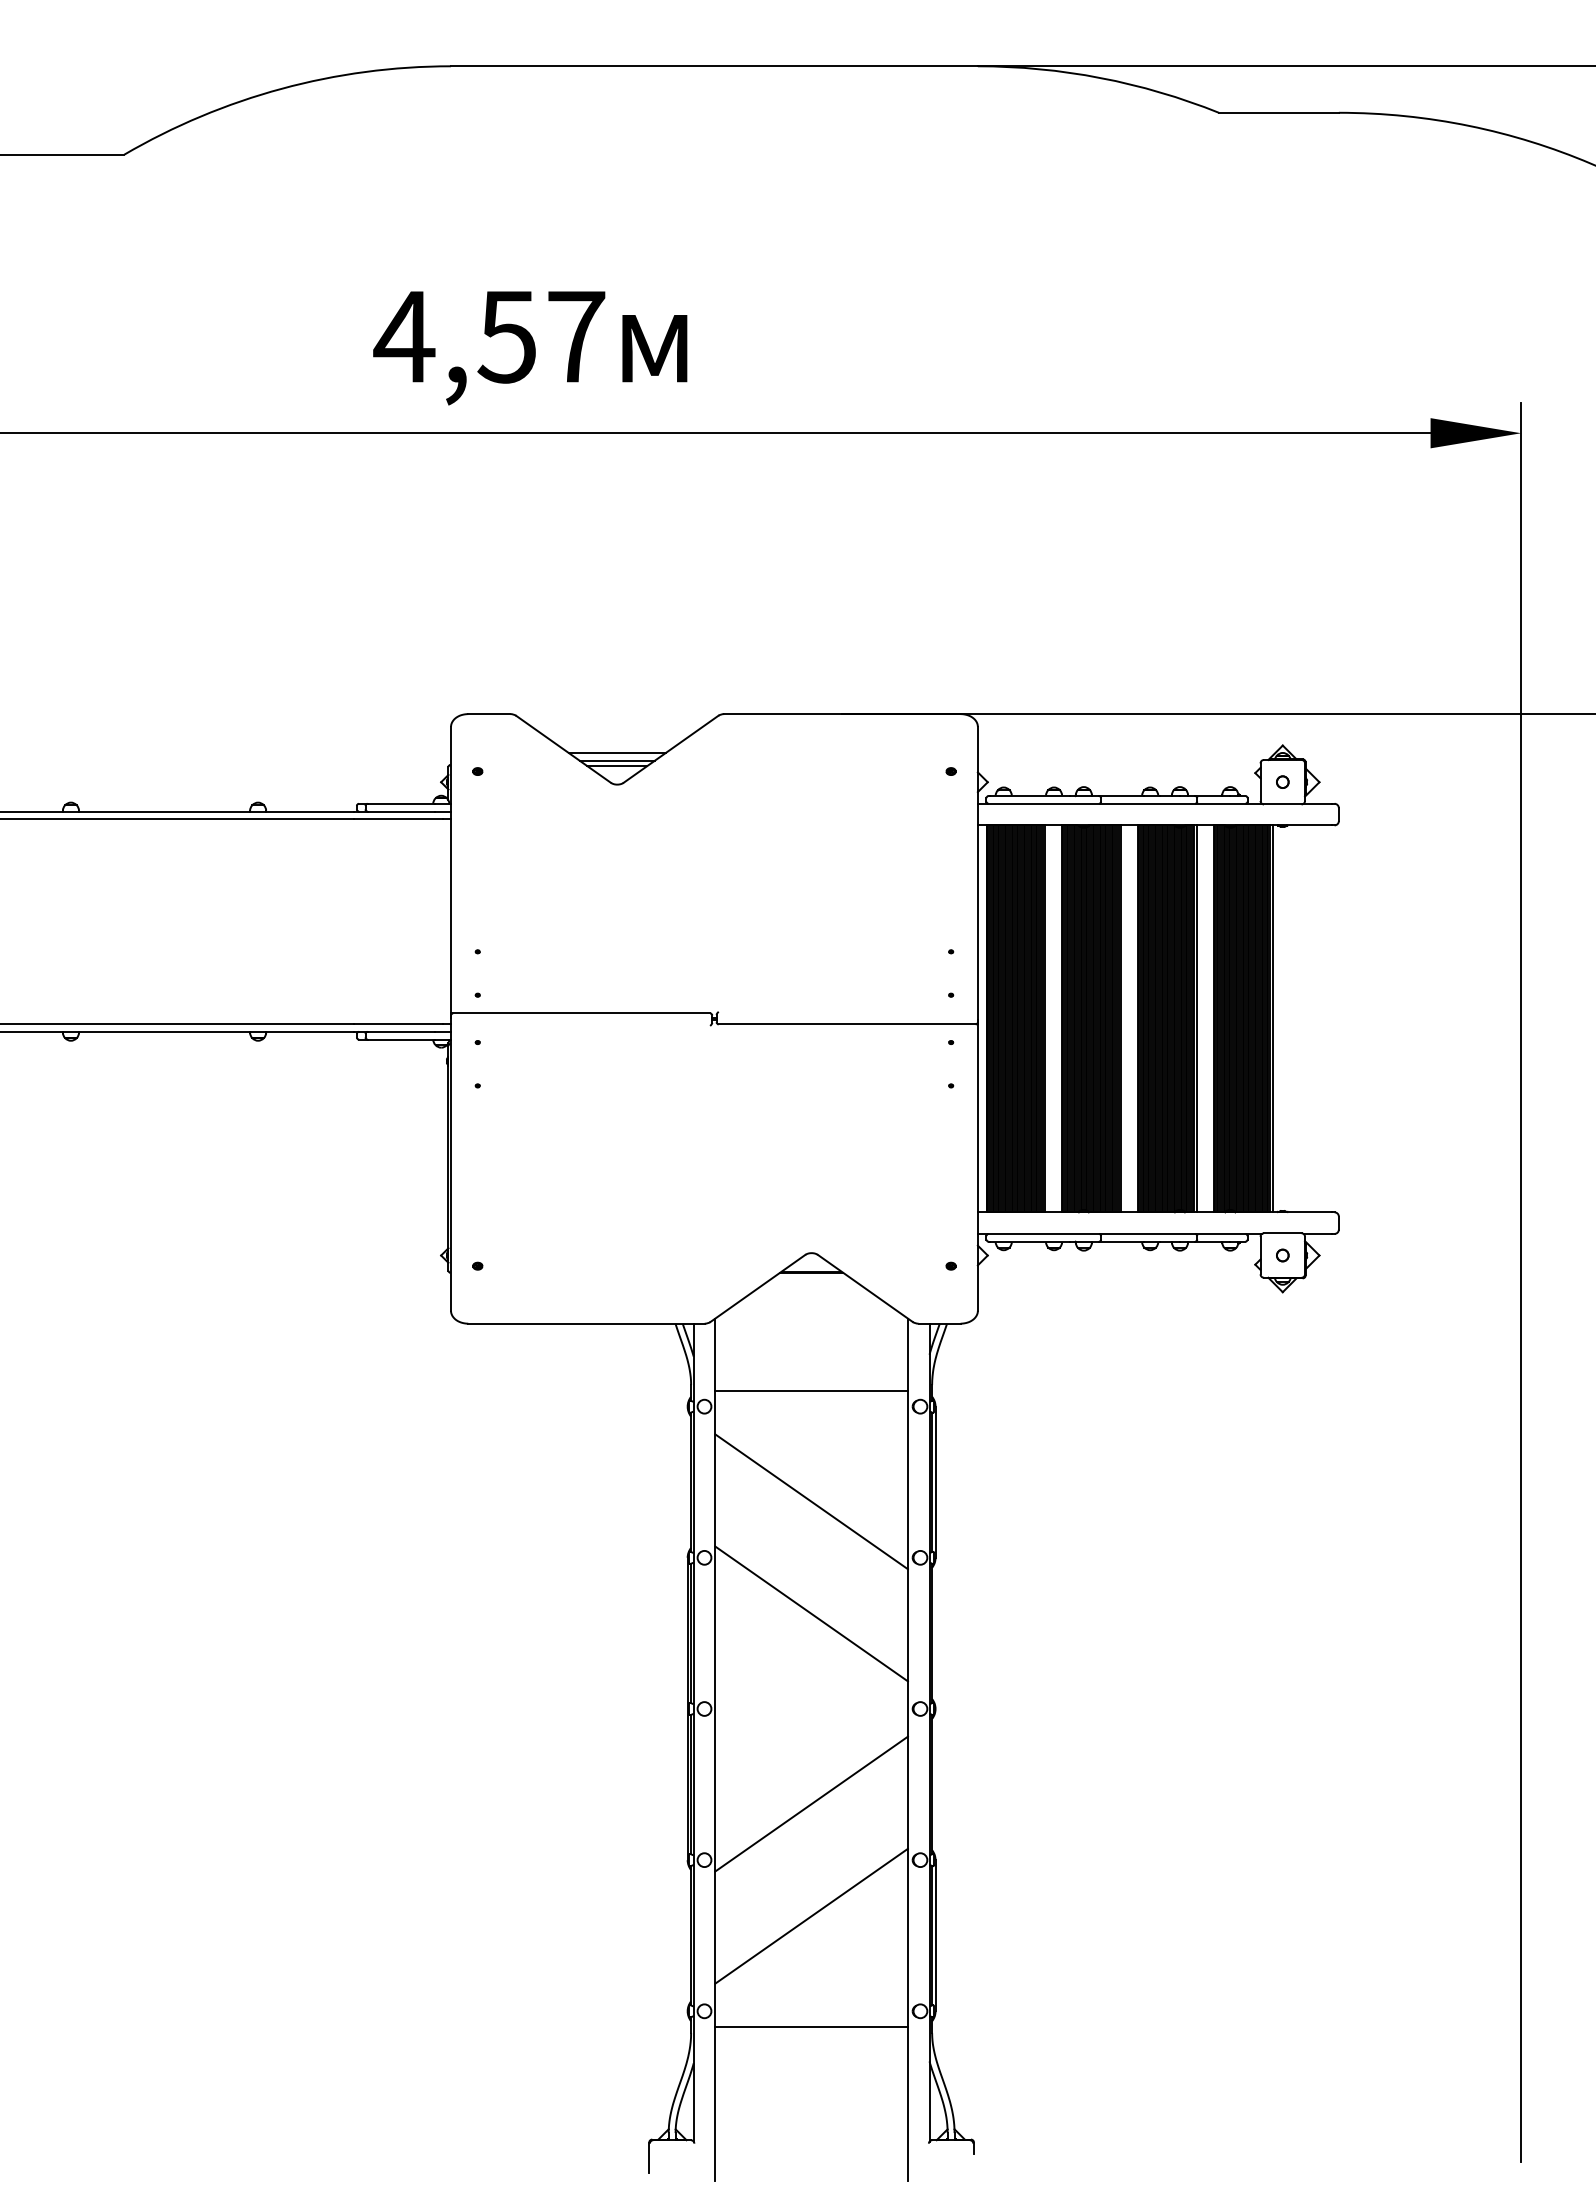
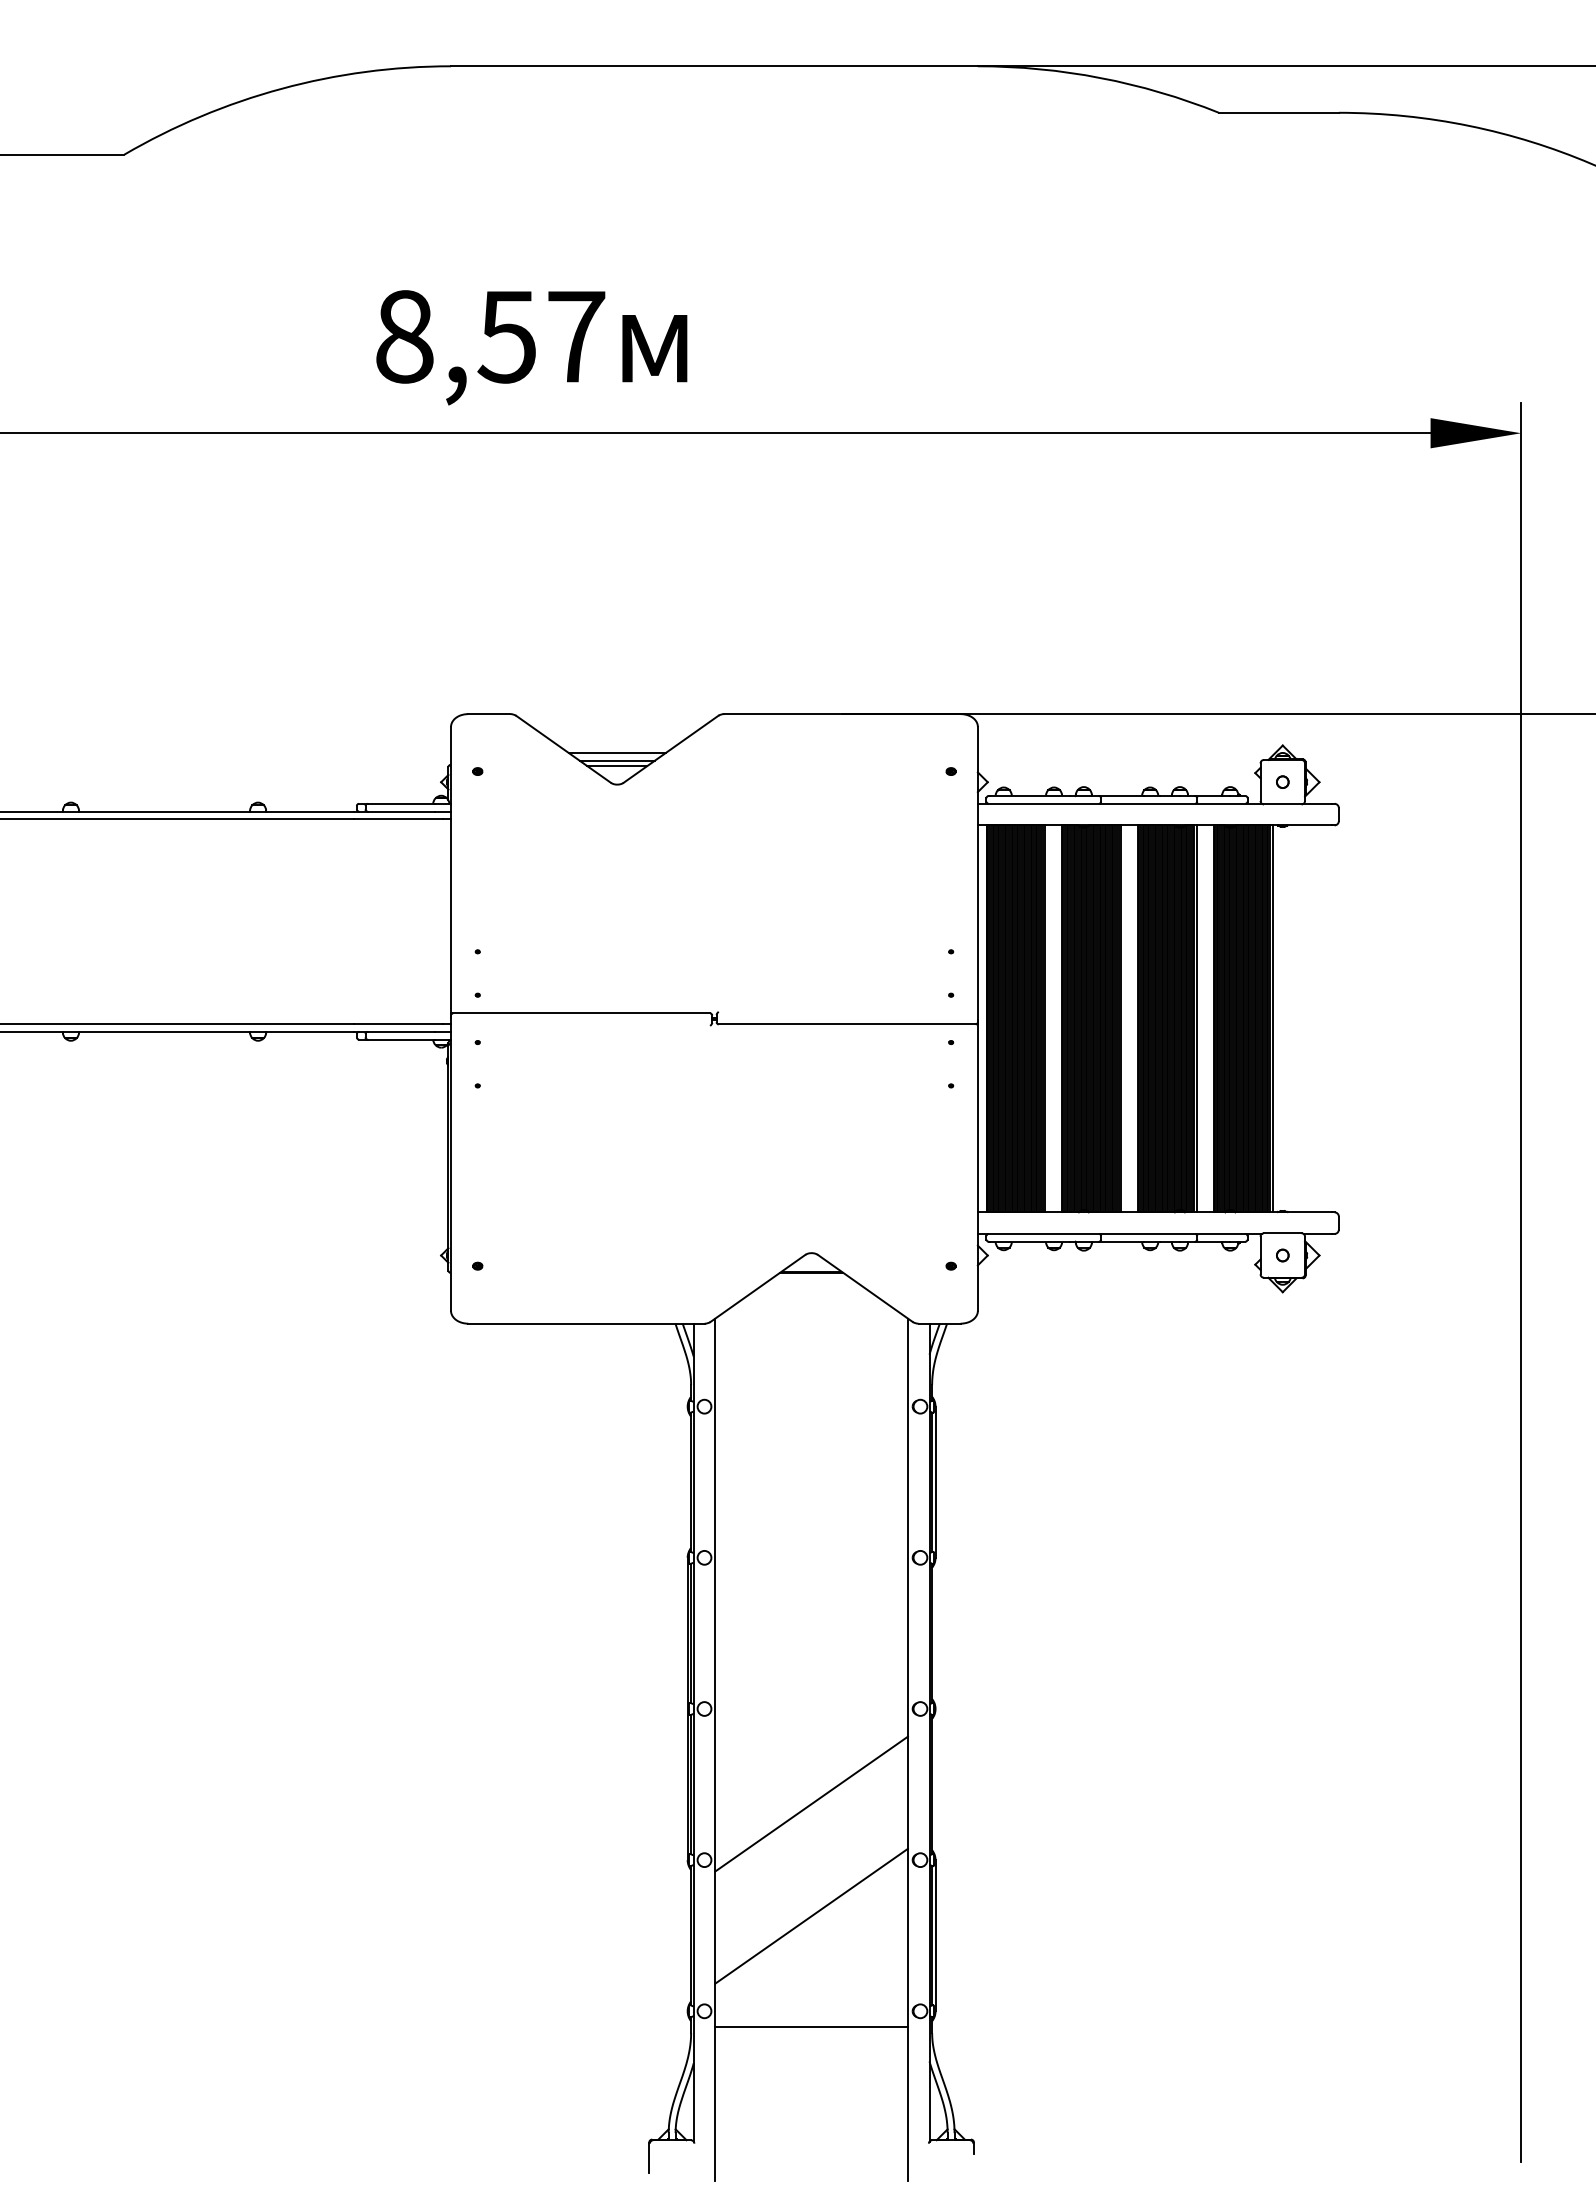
text at (404, 336): 4,57 -> 8,57
line at (811, 1390): present -> none
line at (811, 1501): present -> none
line at (811, 1613): present -> none
